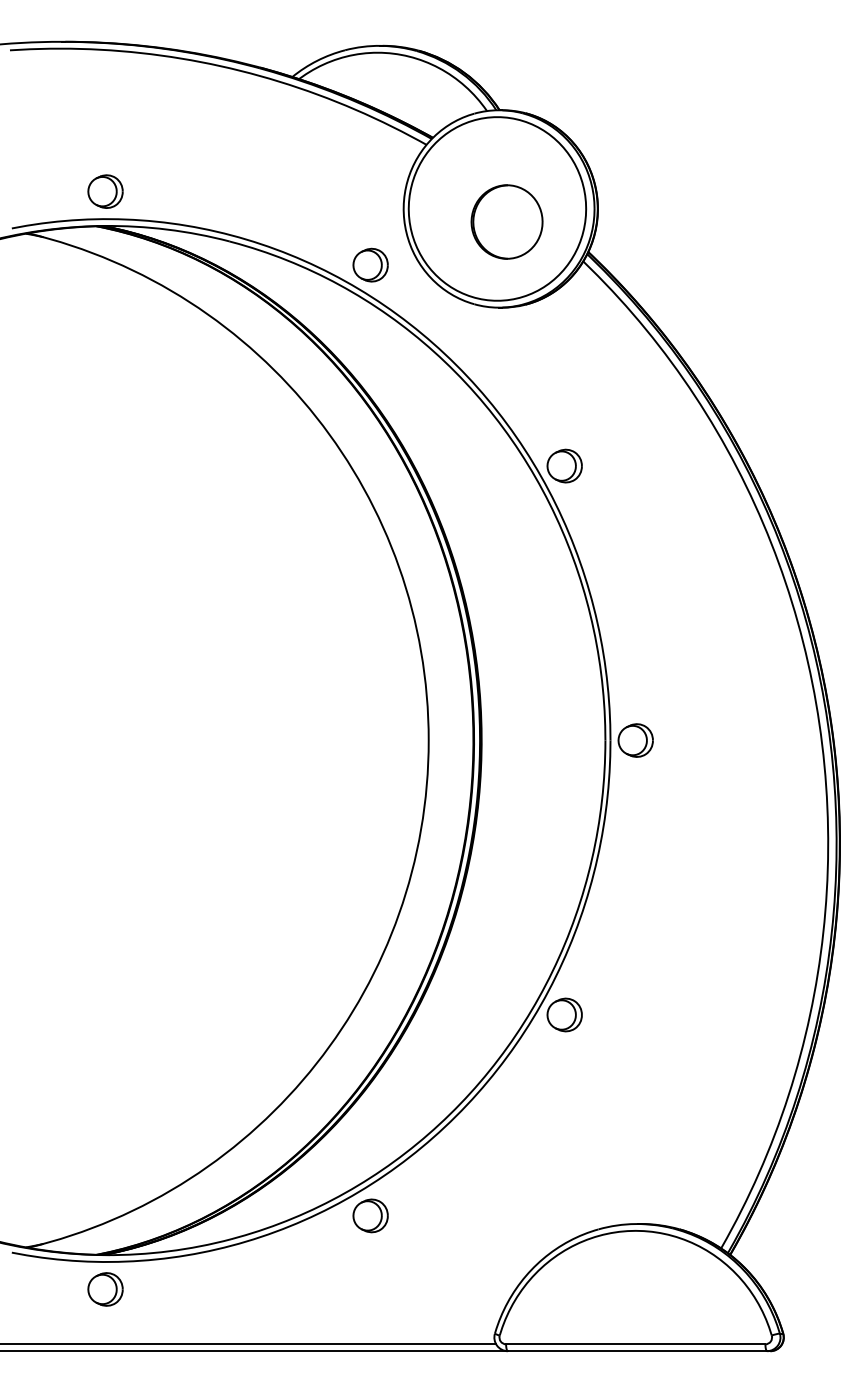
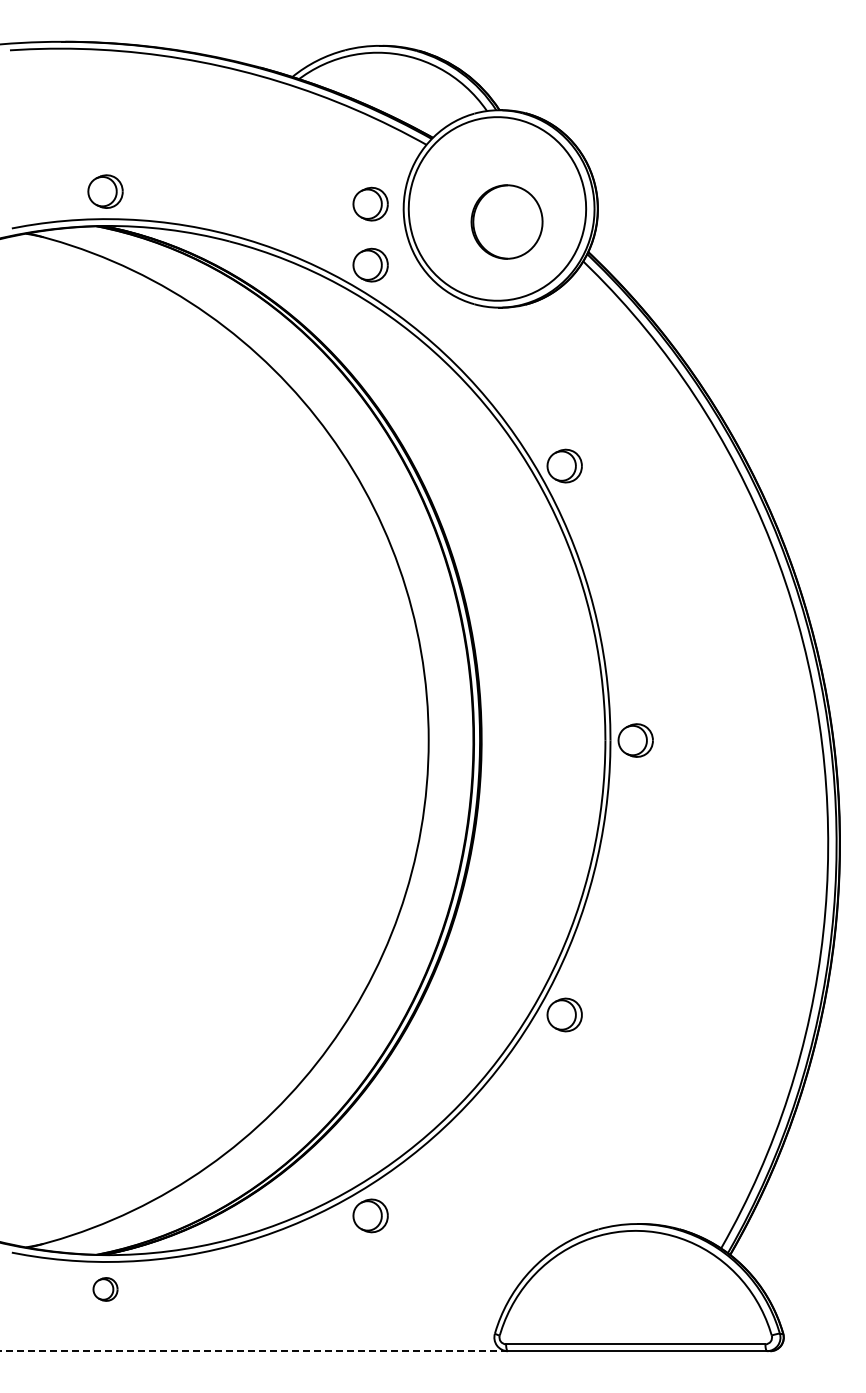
part at (370, 203): none -> present
part at (105, 1289) size: 37x35 px -> 27x25 px
line at (249, 1344): present -> none
line at (254, 1351): solid -> dashed
